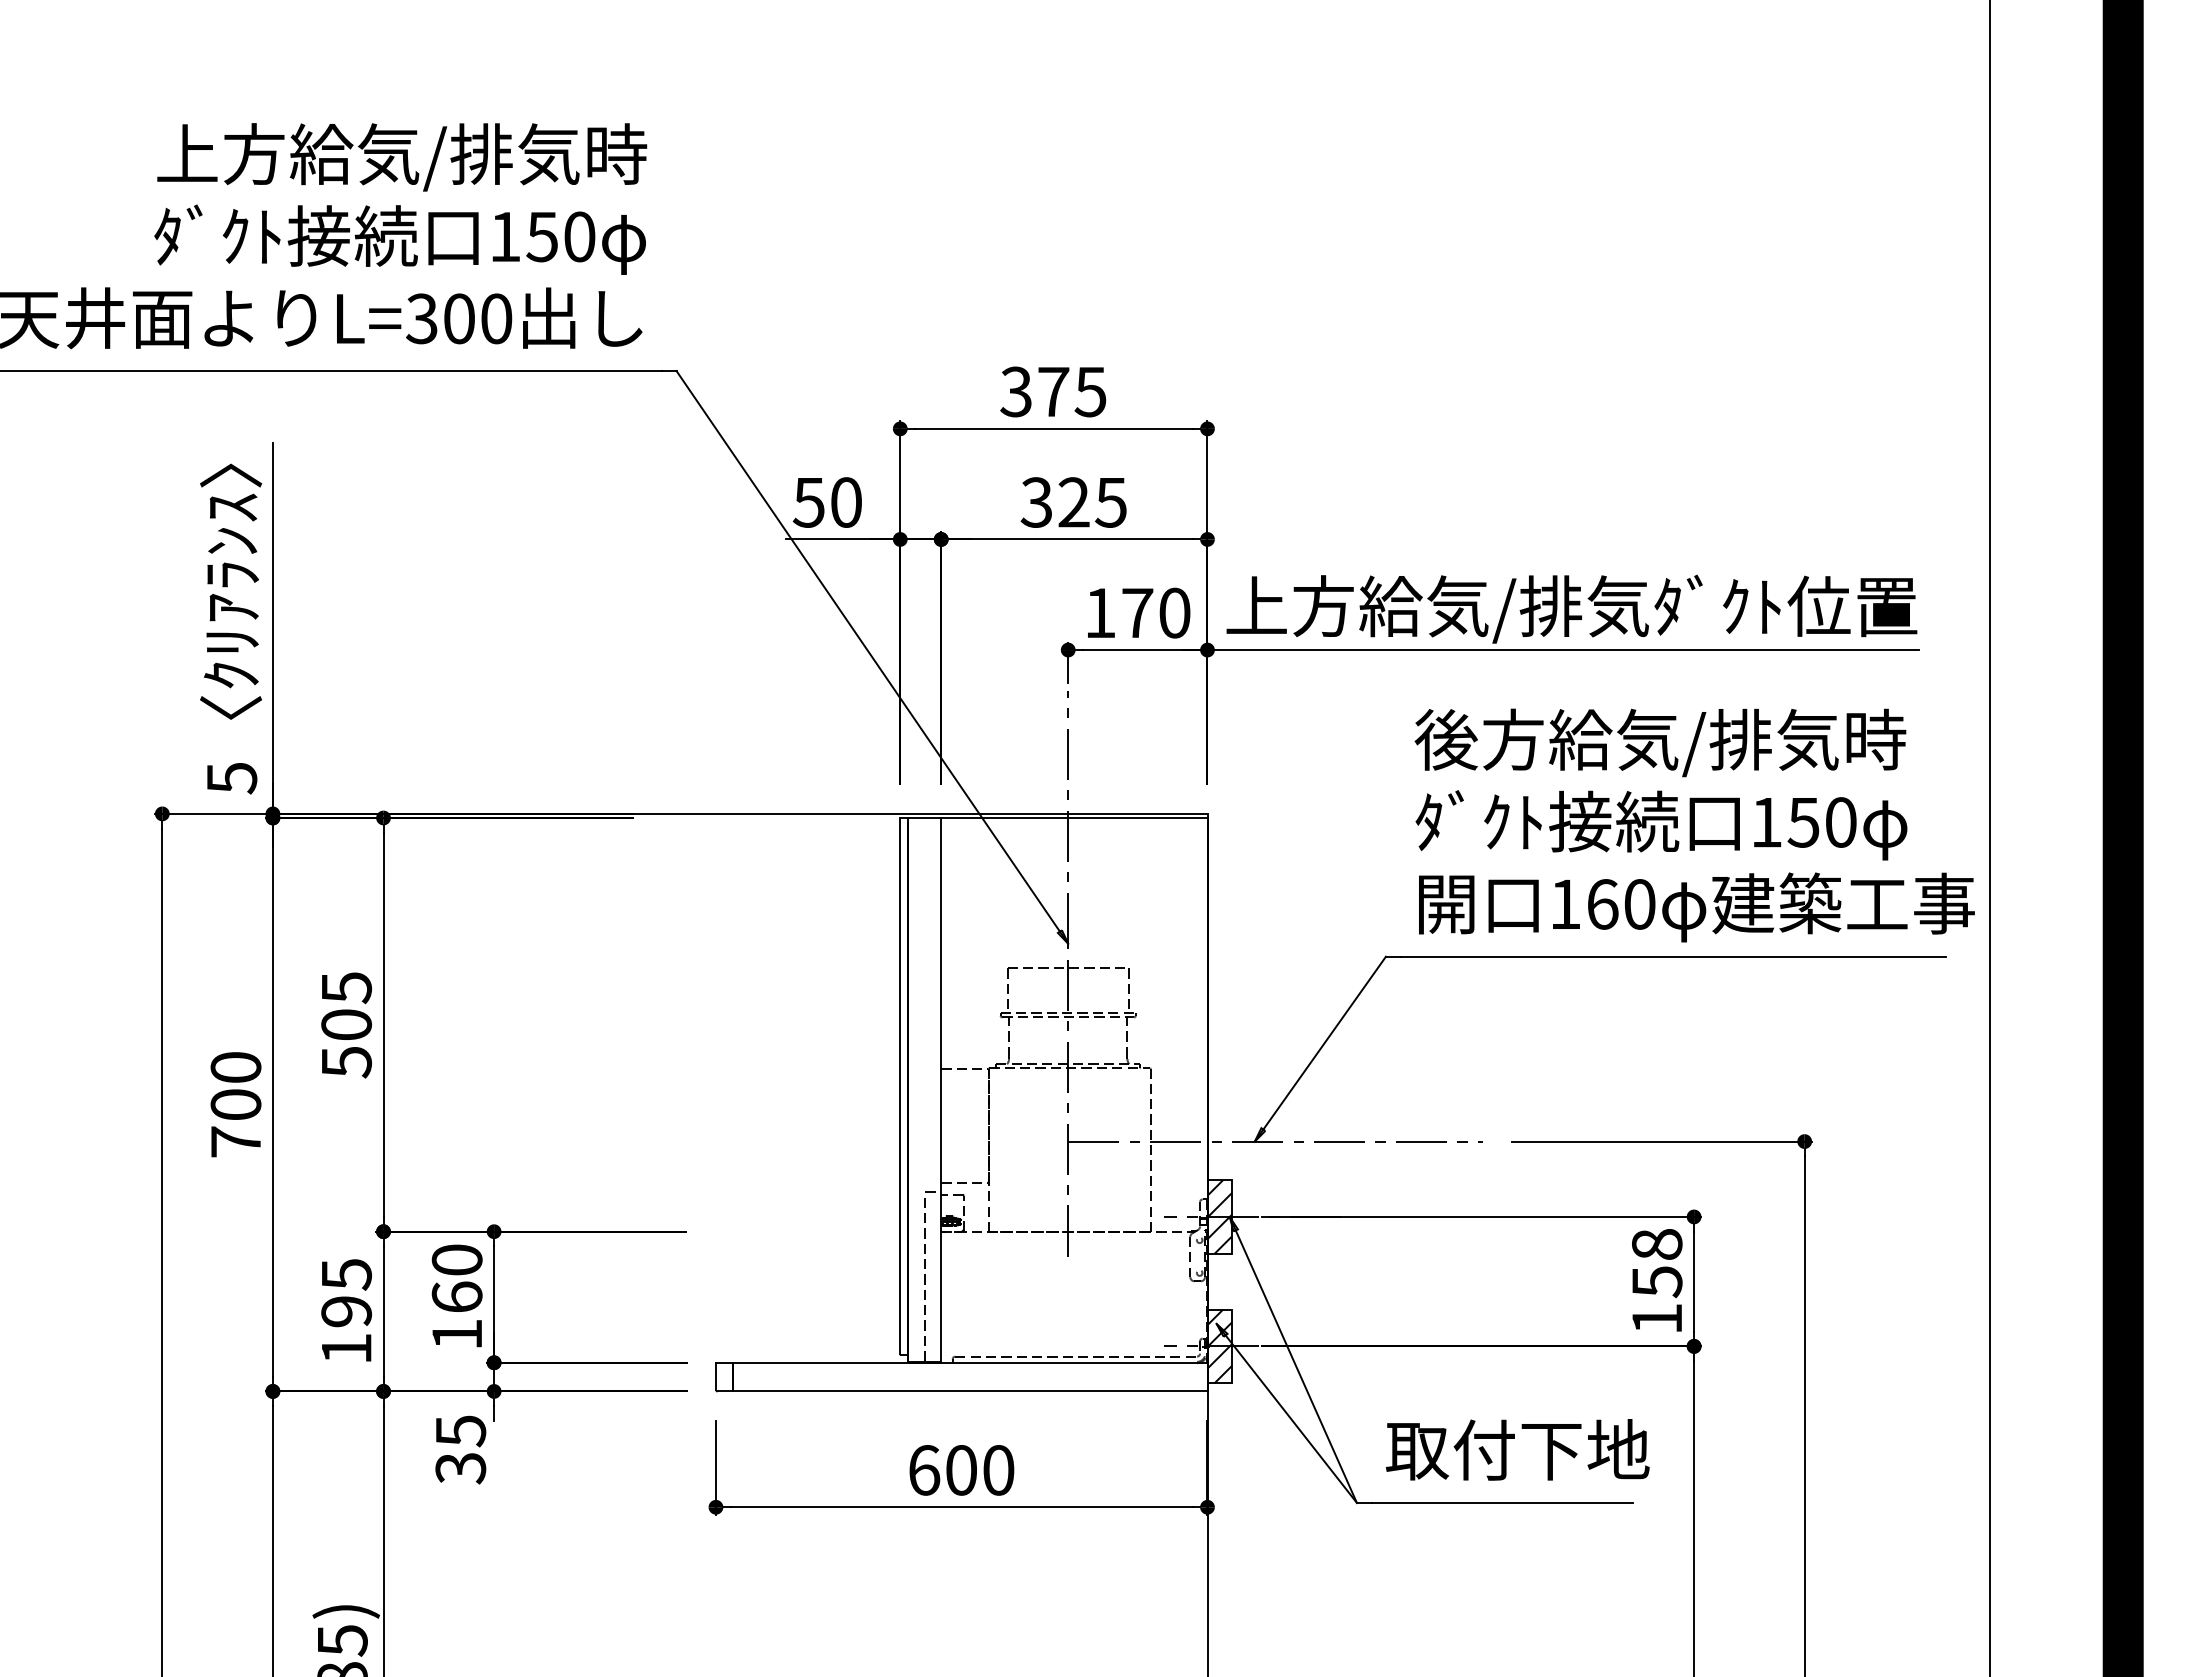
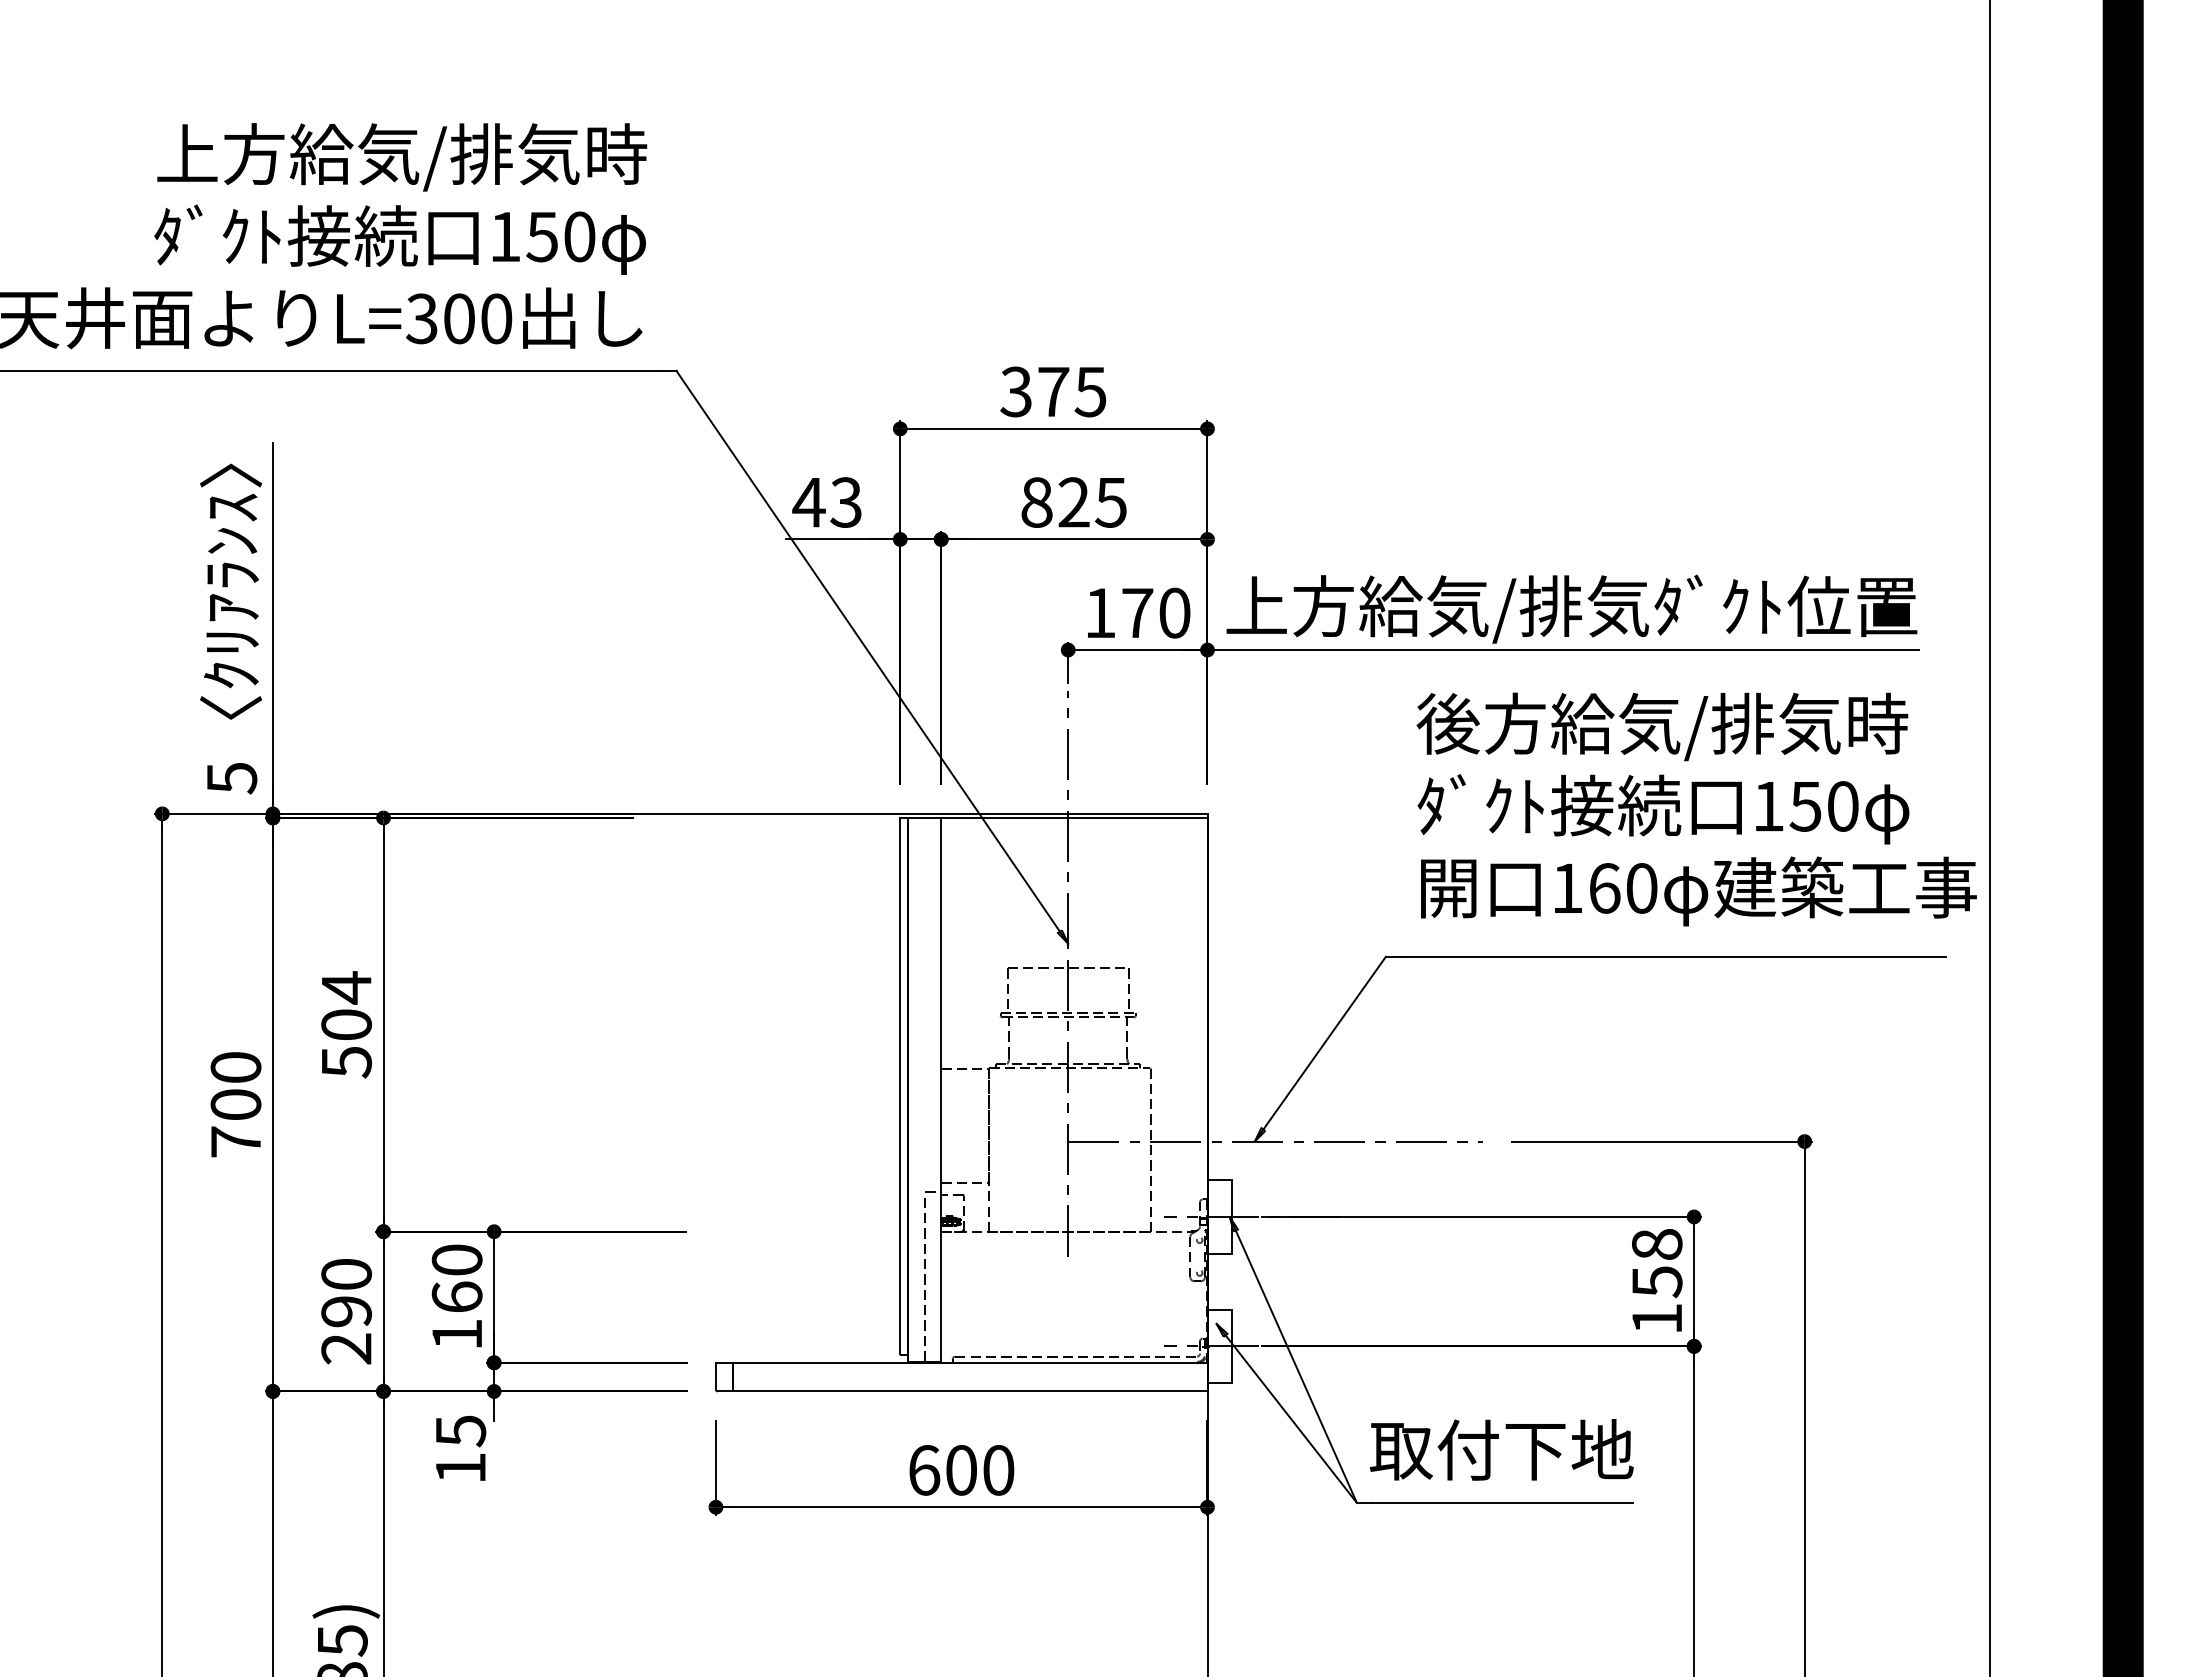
text at (826, 502): 50 -> 43
text at (1036, 502): 325 -> 825
text at (1694, 825) position: (1694, 825) -> (1696, 809)
text at (347, 987): 505 -> 504
hatch at (1219, 1216): present -> none
text at (346, 1311): 195 -> 290
hatch at (1219, 1346): present -> none
text at (1517, 1449) position: (1517, 1449) -> (1501, 1449)
text at (460, 1468): 35 -> 15
